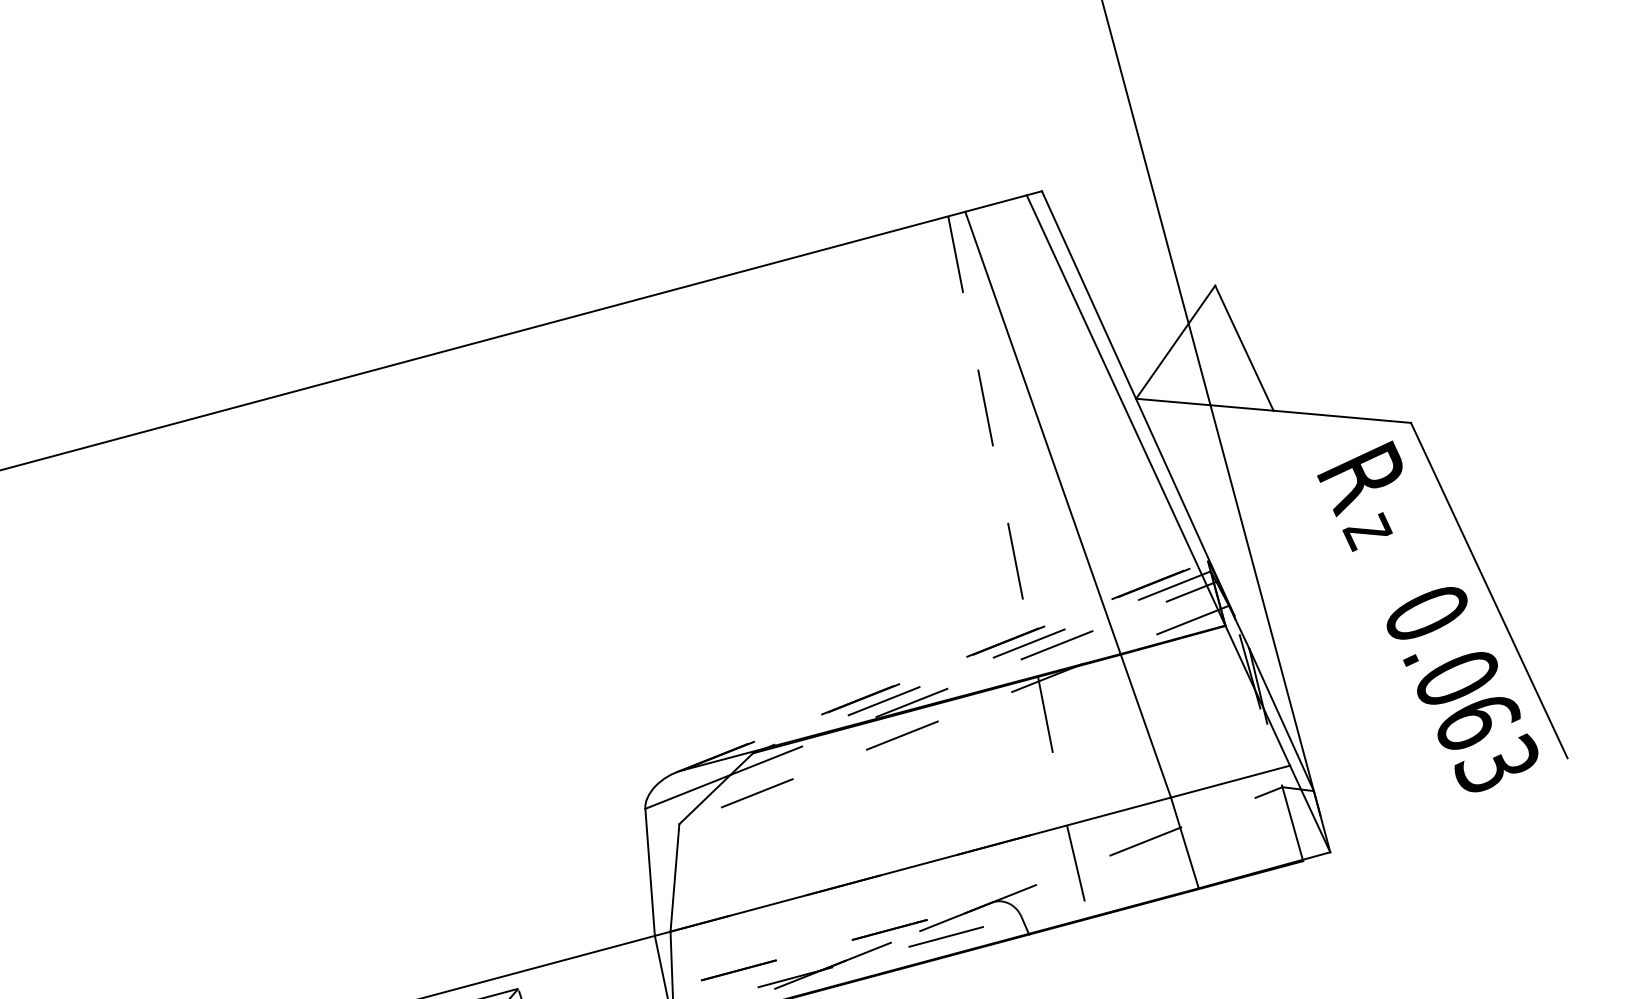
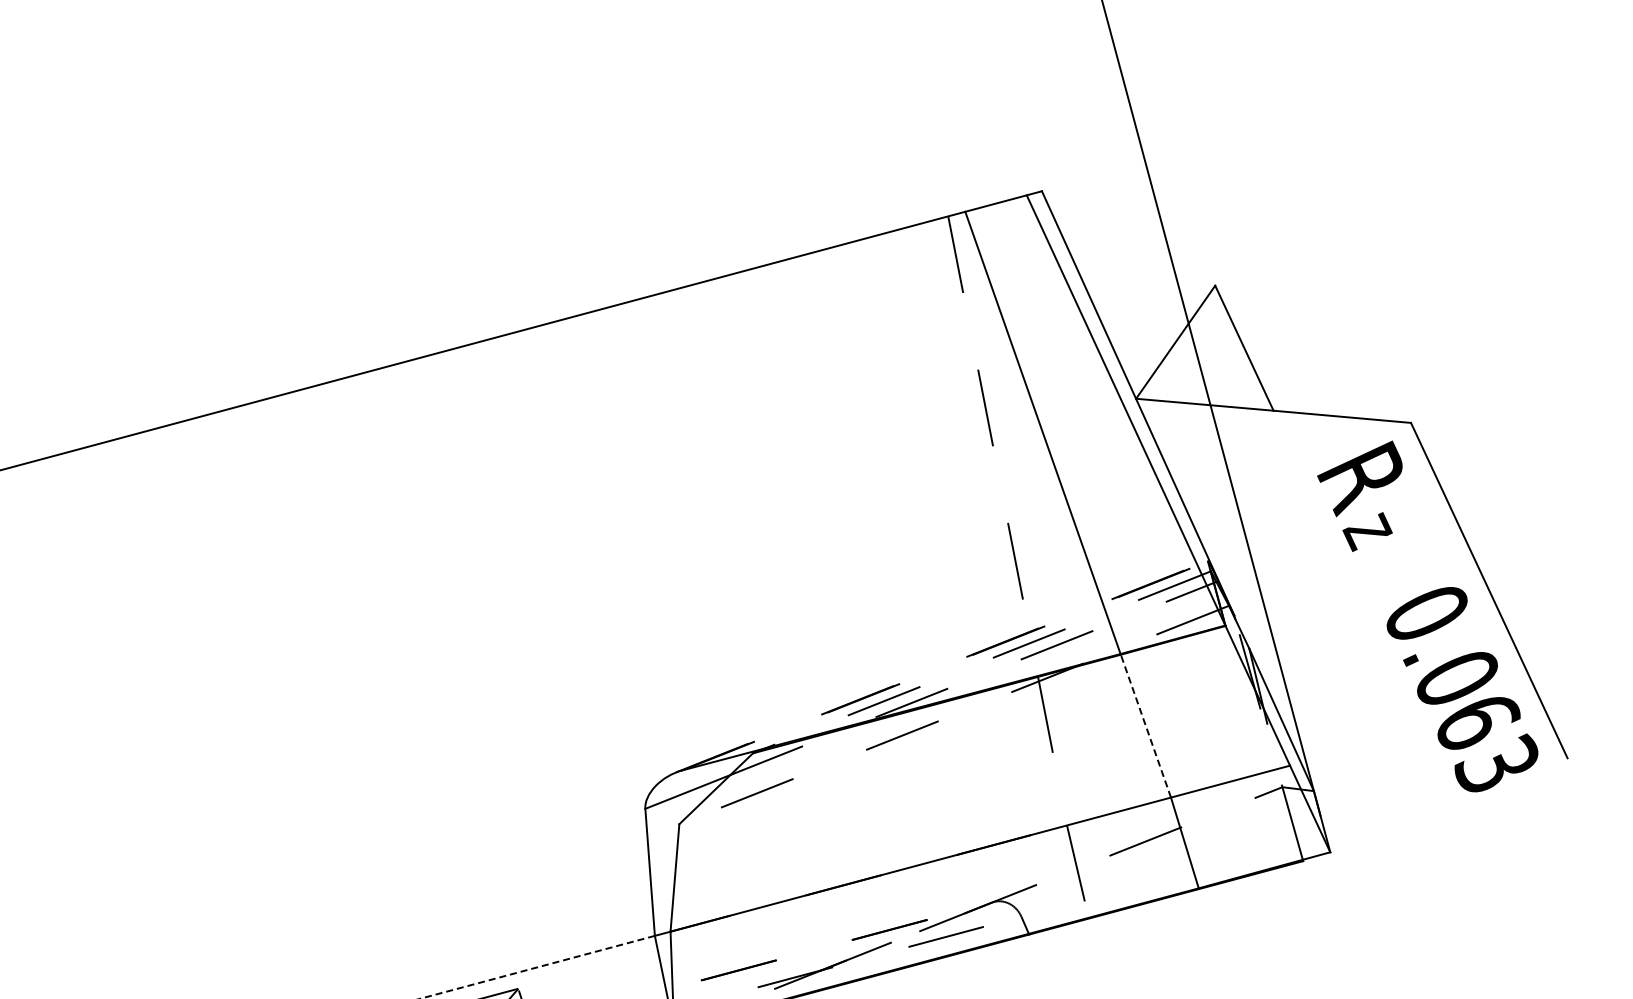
line at (1145, 726): solid -> dashed
line at (537, 967): solid -> dashed
